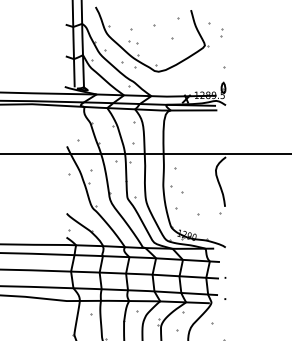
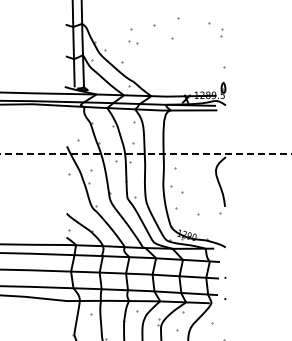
part at (138, 54): present -> none
line at (145, 153): solid -> dashed
